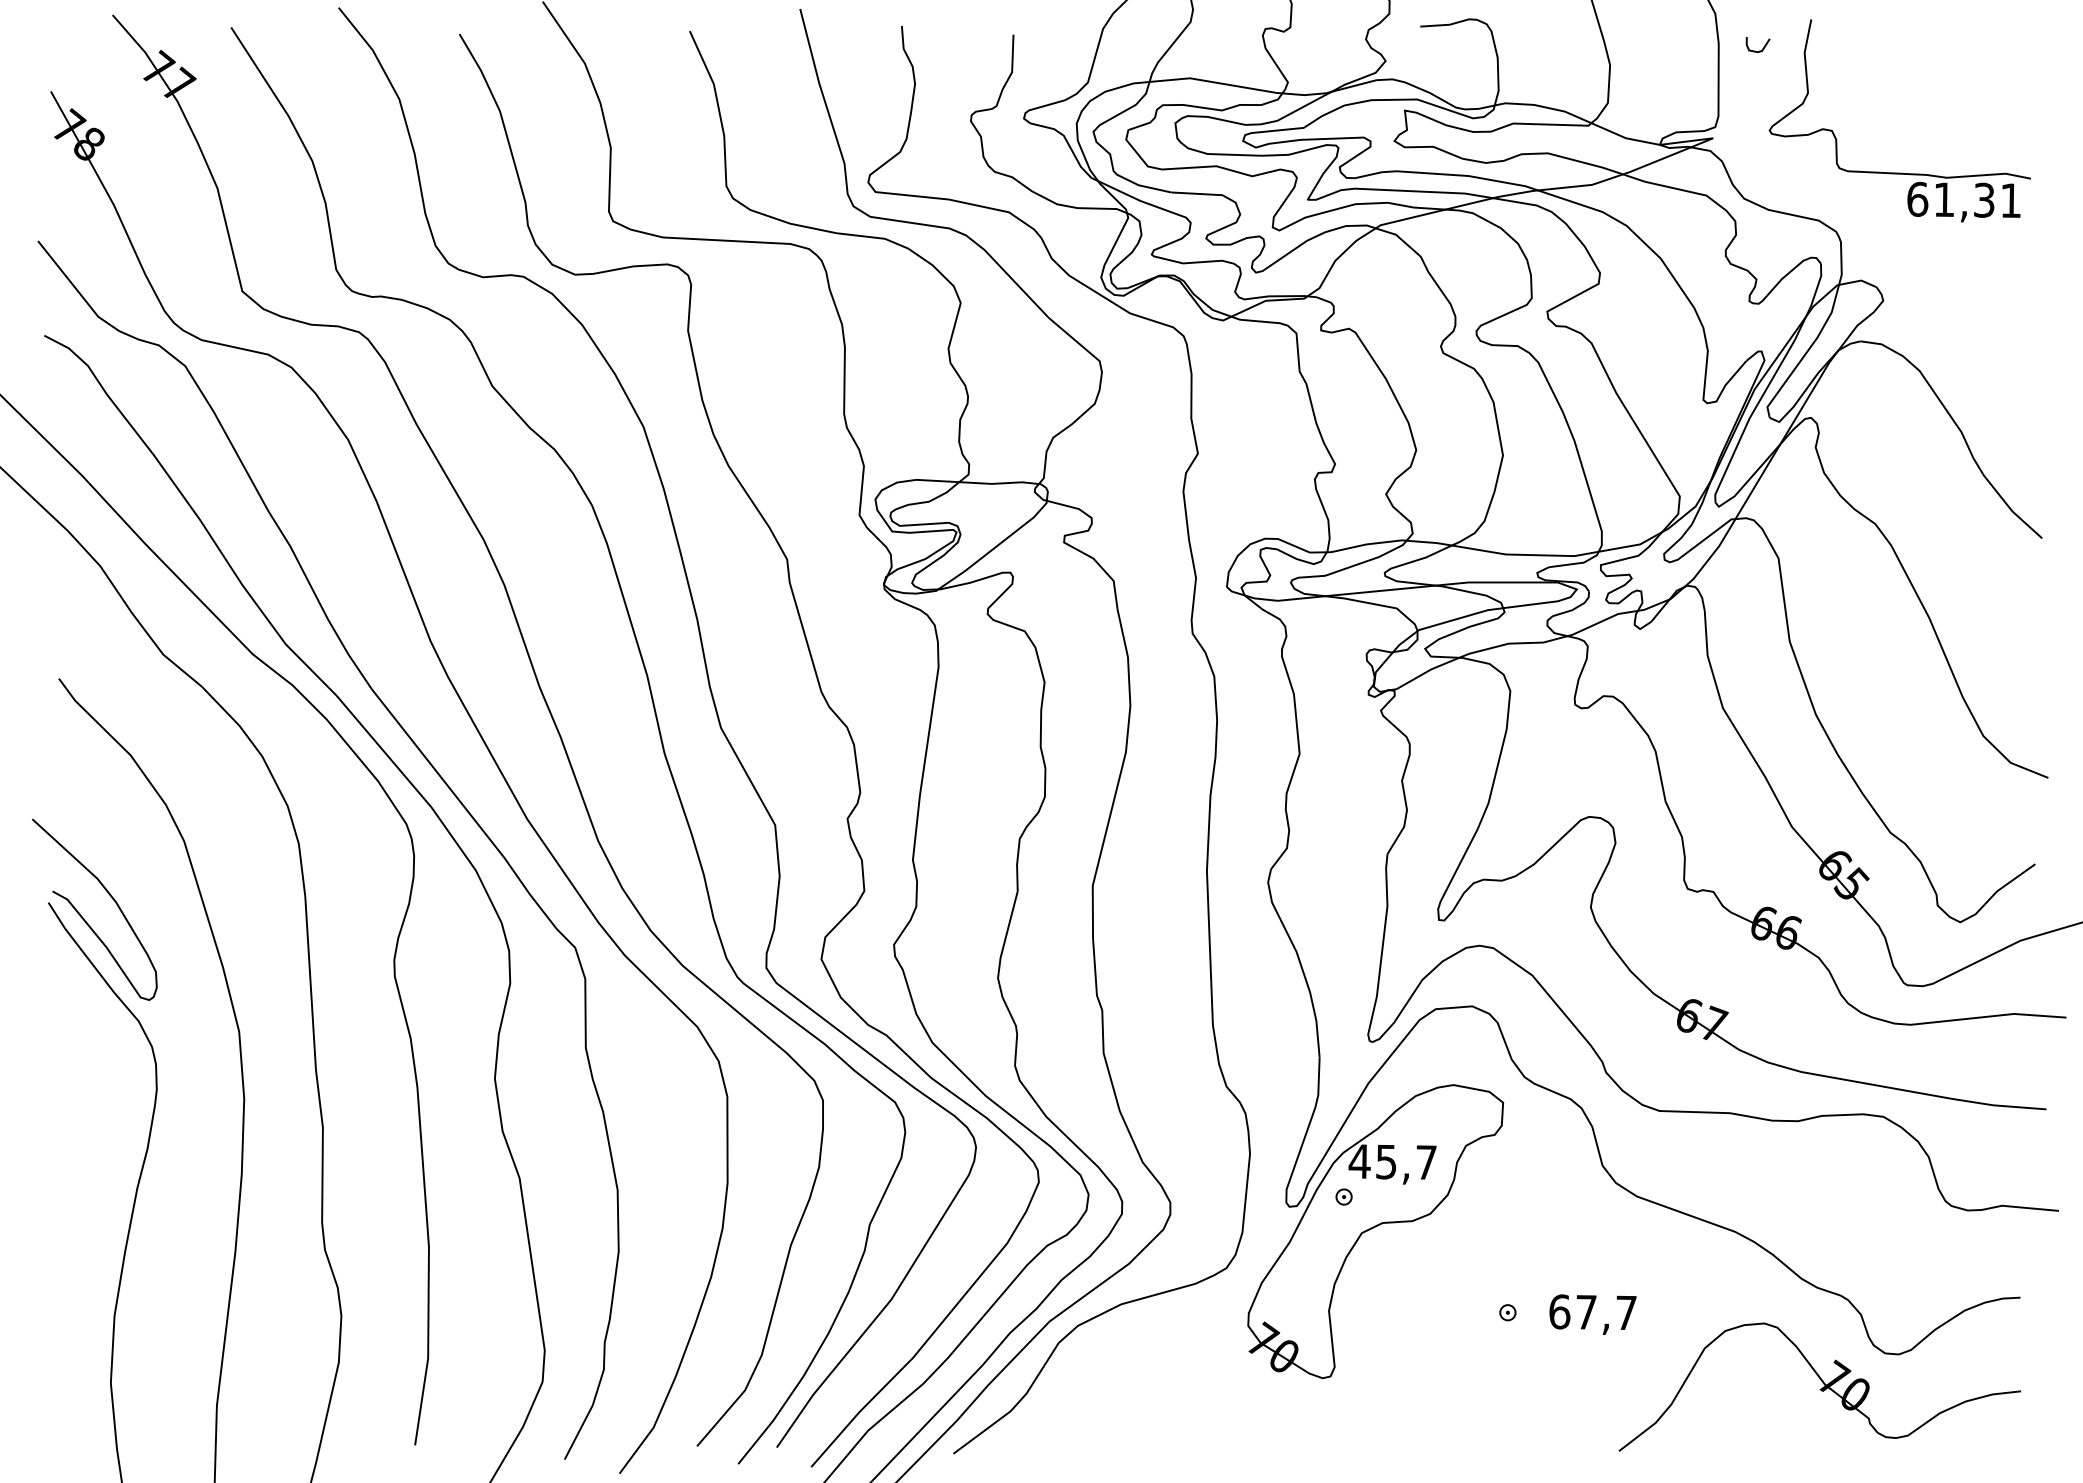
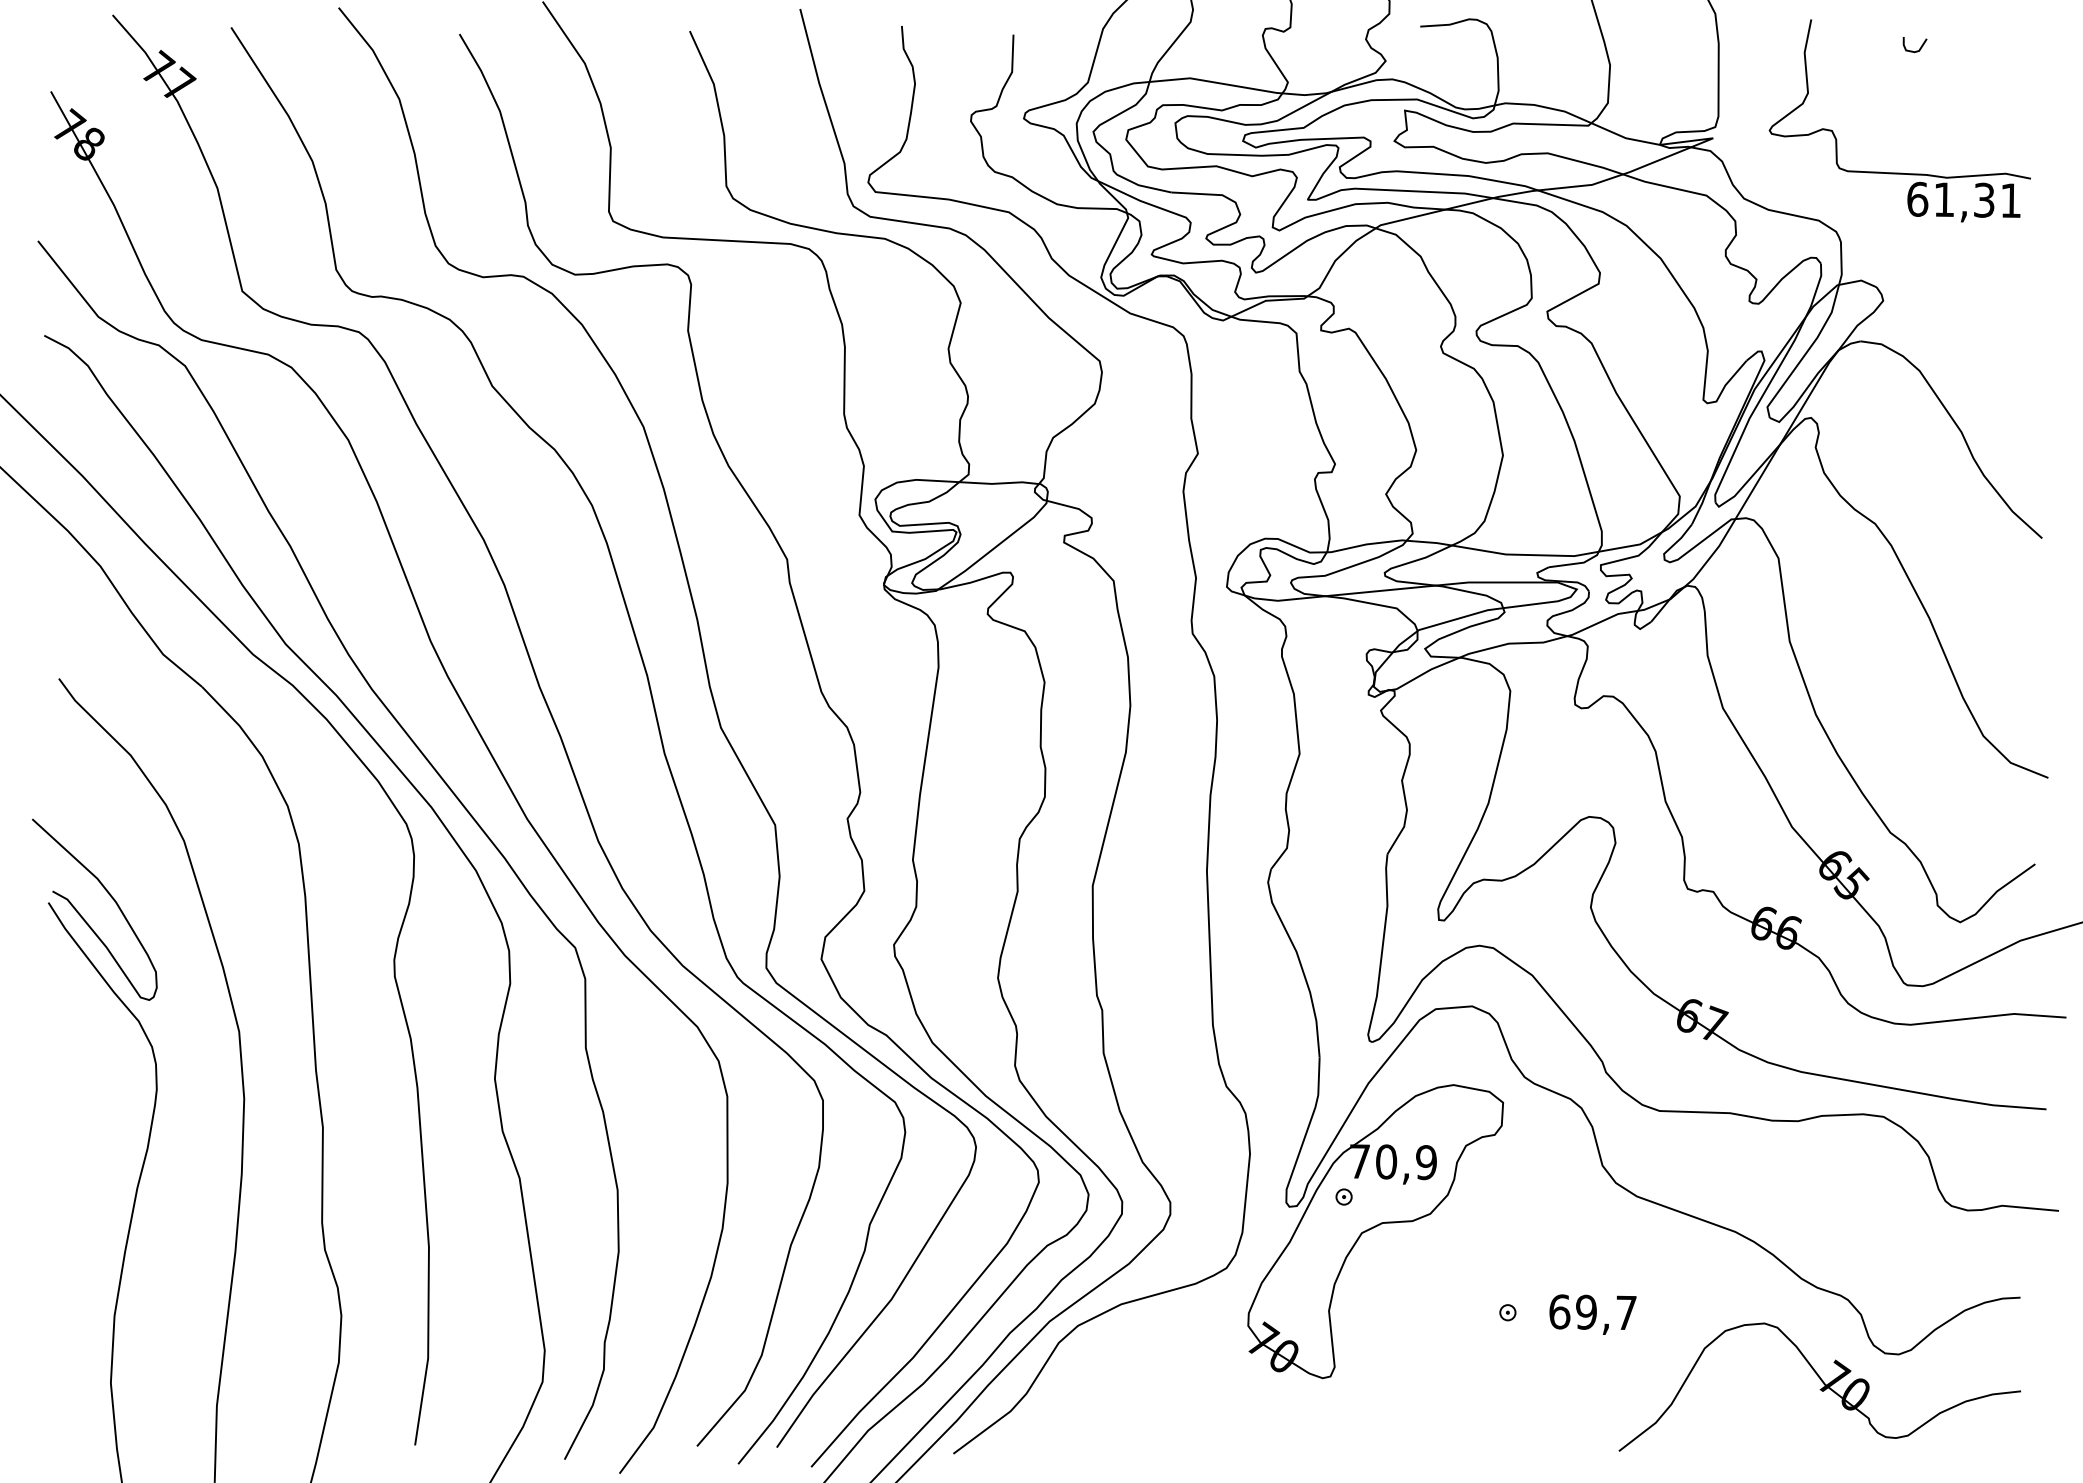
curve at (1763, 46) position: (1763, 46) -> (1920, 46)
text at (1392, 1162): 45,7 -> 70,9
text at (1586, 1311): 67,7 -> 69,7
